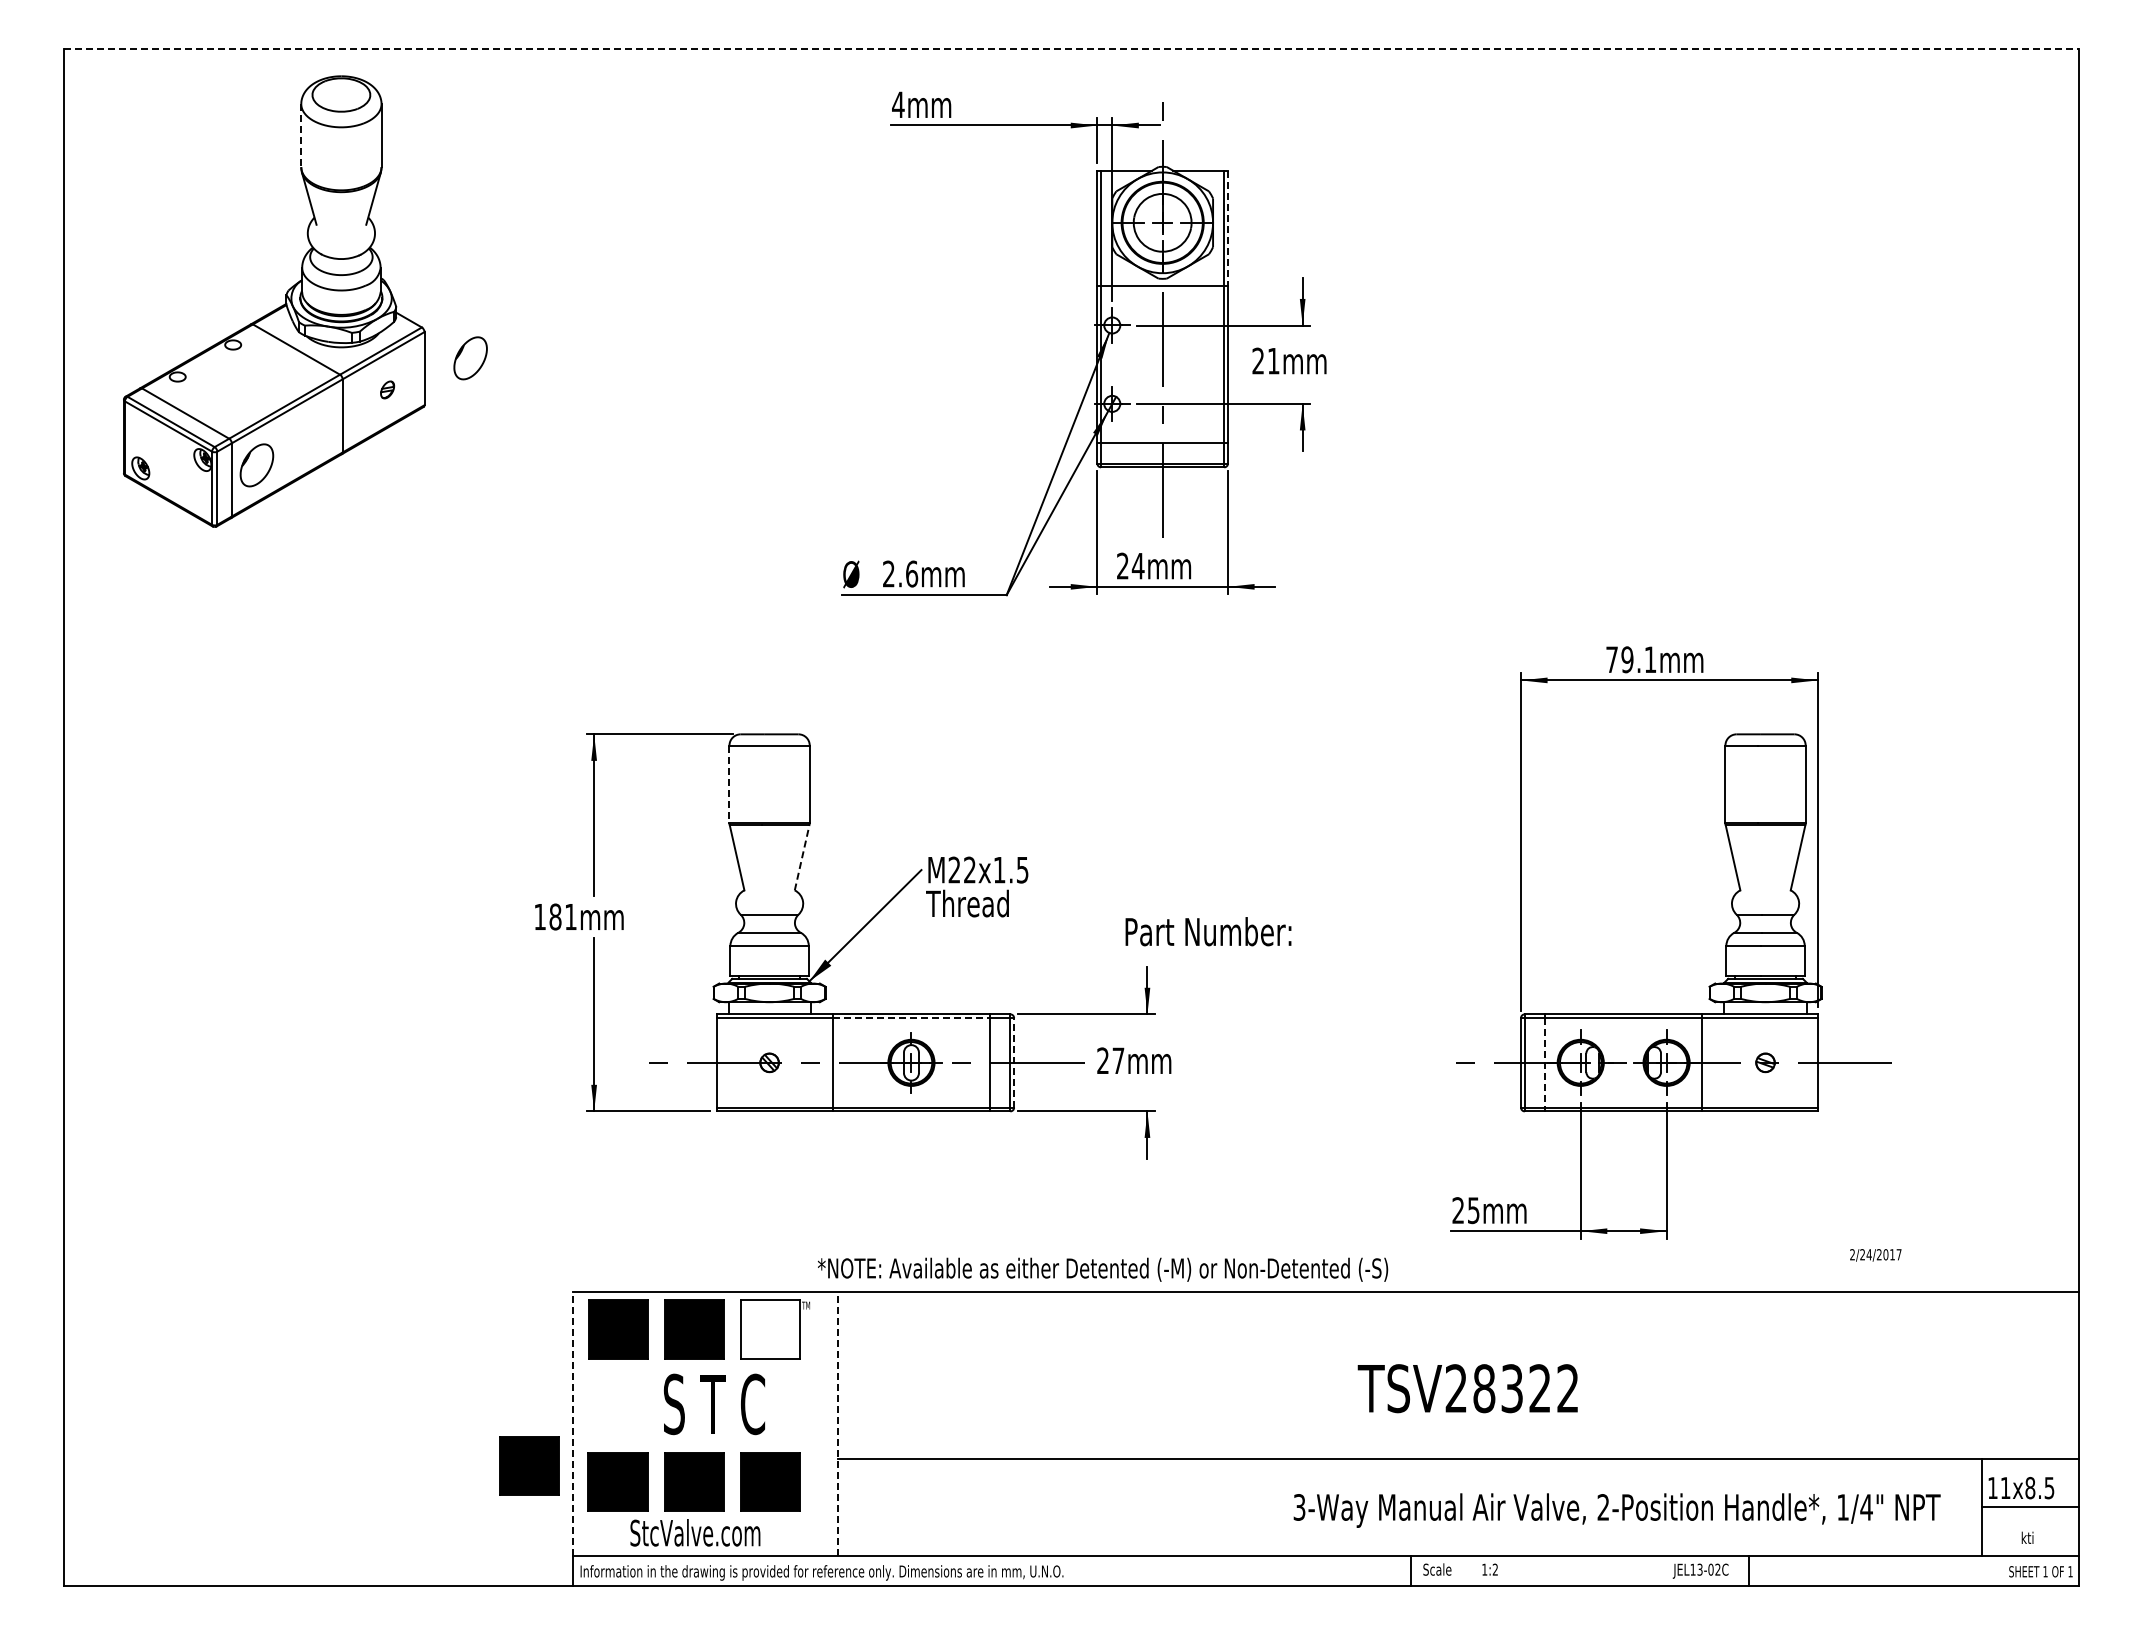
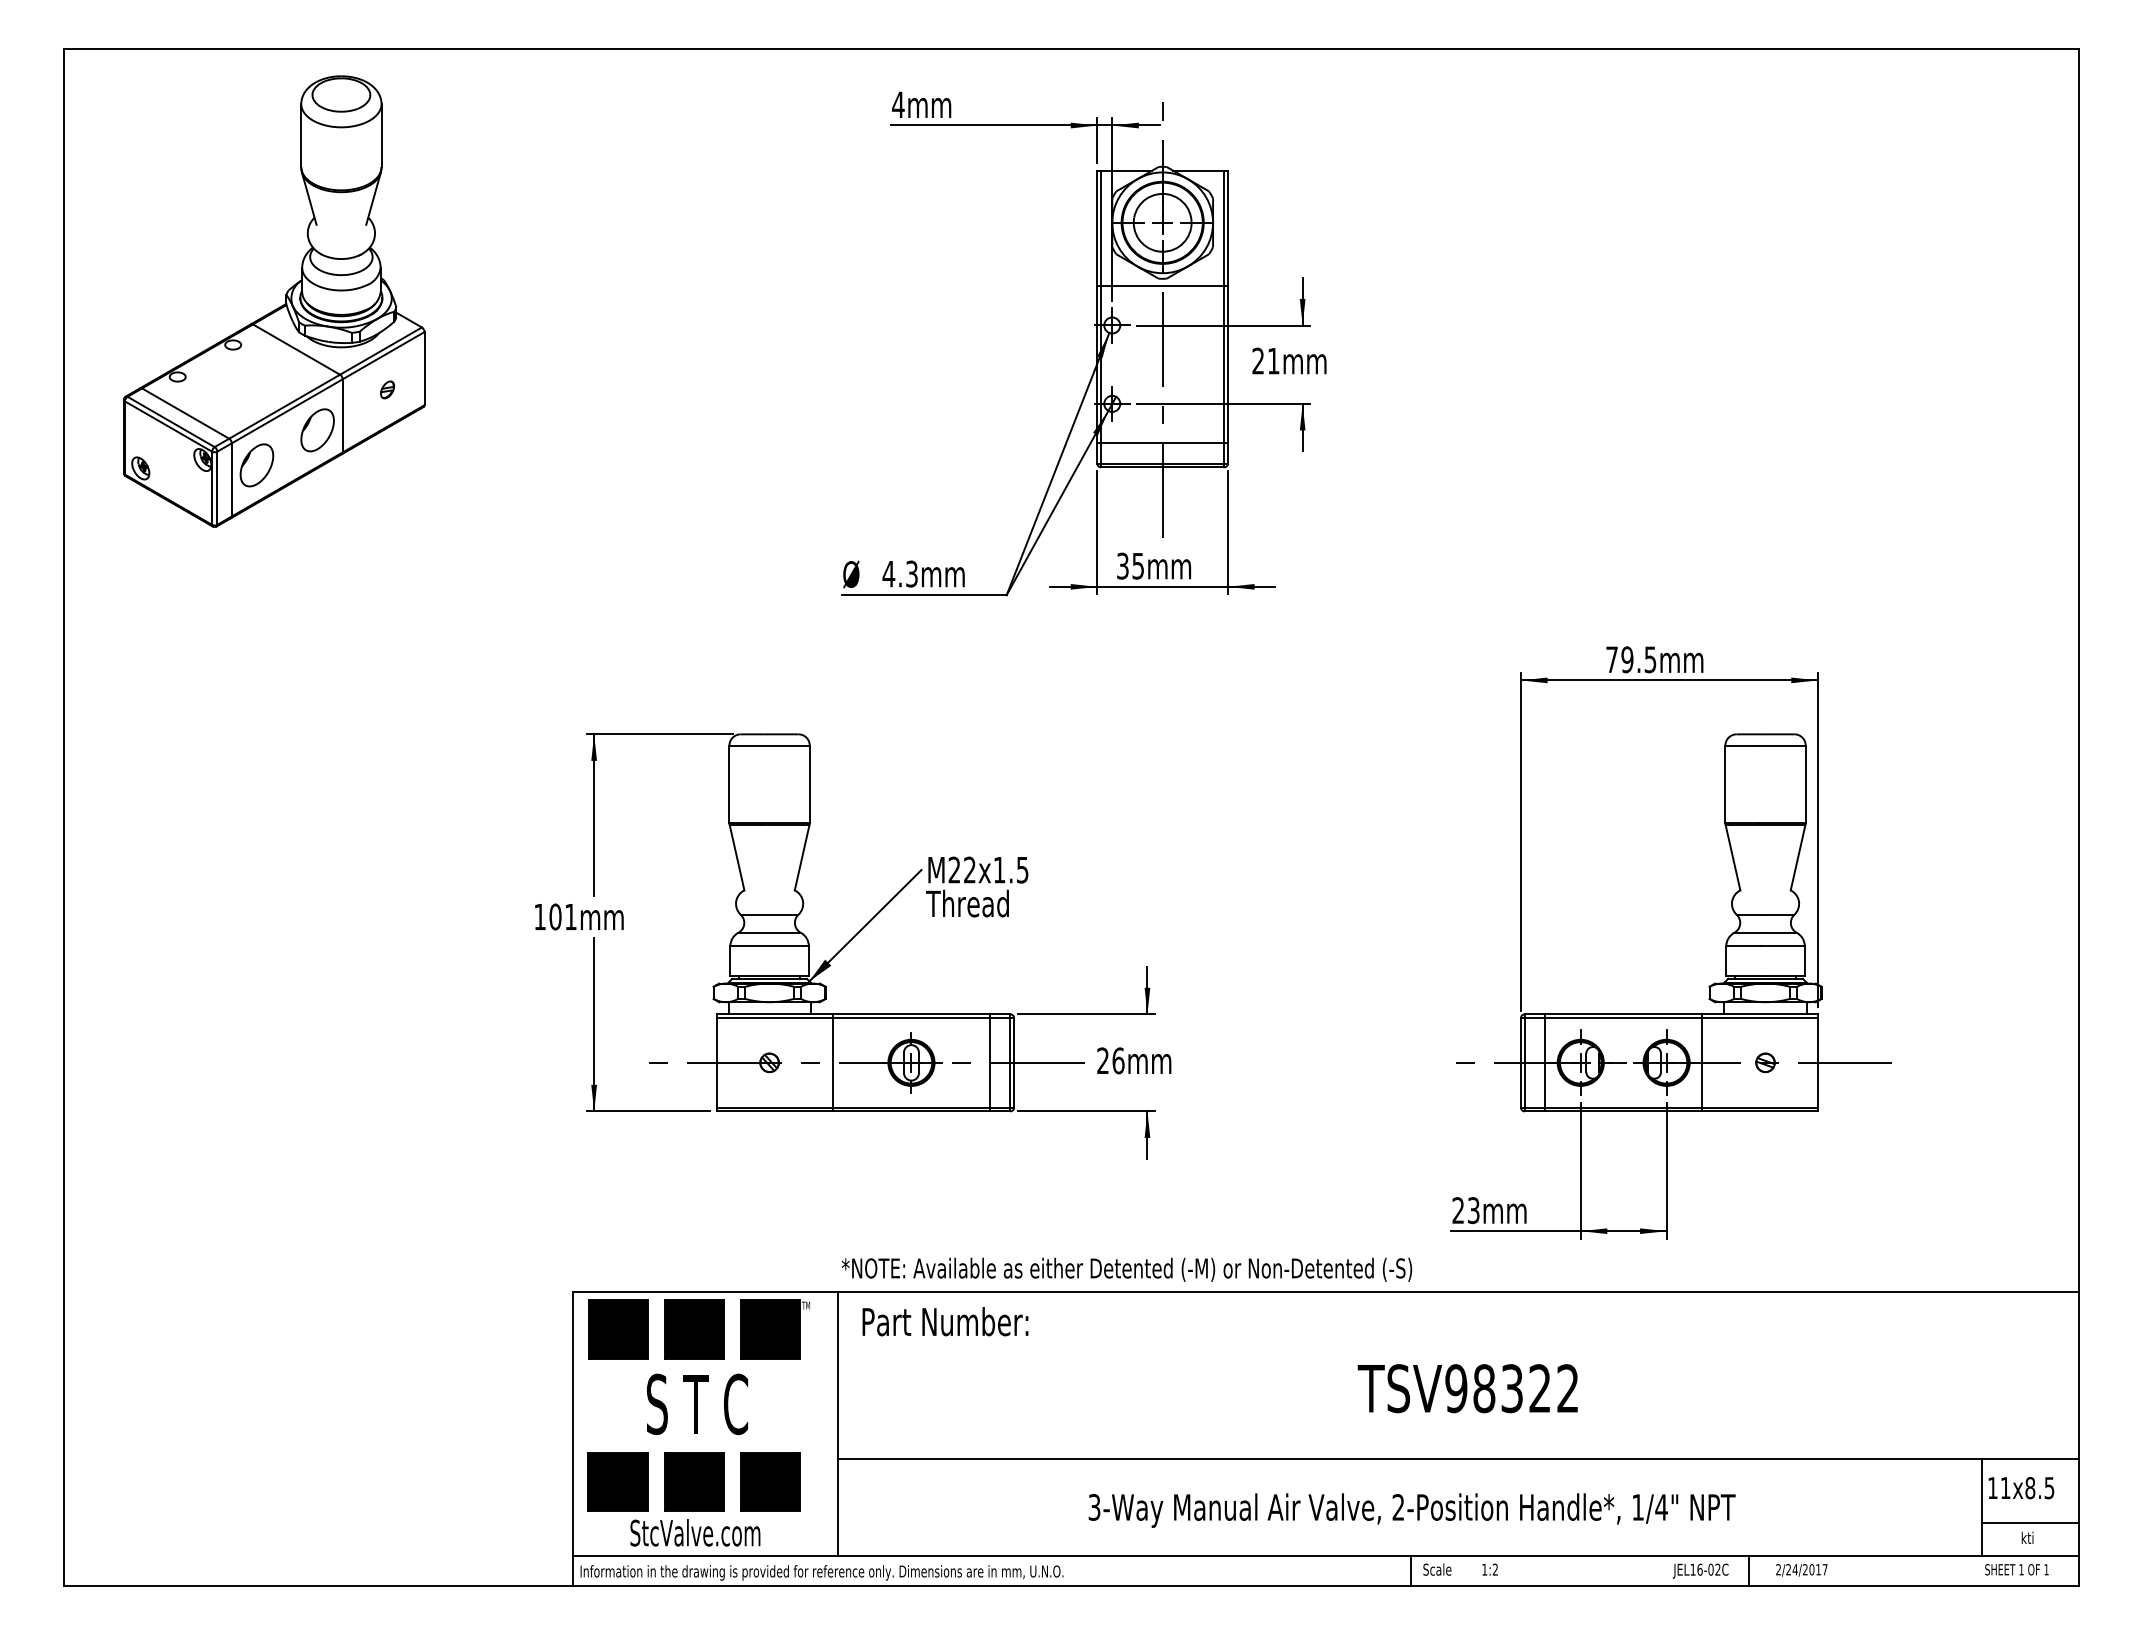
line at (1071, 48): dashed -> solid
line at (301, 136): dashed -> solid
line at (1228, 228): dashed -> solid
part at (470, 358) position: (470, 358) -> (317, 430)
text at (1130, 566): 24mm -> 35mm
text at (900, 573): 2.6mm -> 4.3mm
text at (1650, 659): 79.1mm -> 79.5mm
line at (729, 784): dashed -> solid
line at (802, 857): dashed -> solid
text at (555, 917): 181mm -> 101mm
text at (1208, 931) position: (1208, 931) -> (945, 1321)
line at (911, 1018): dashed -> solid
text at (1118, 1060): 27mm -> 26mm
line at (1014, 1062): dashed -> solid
line at (1545, 1062): dashed -> solid
text at (1473, 1210): 25mm -> 23mm
text at (1875, 1255) position: (1875, 1255) -> (1801, 1570)
text at (1103, 1269) position: (1103, 1269) -> (1127, 1269)
fill at (770, 1329): none -> present
text at (1456, 1388): TSV28322 -> TSV98322
text at (713, 1404) position: (713, 1404) -> (696, 1404)
line at (573, 1423): dashed -> solid
line at (837, 1423): dashed -> solid
part at (529, 1465): present -> none
line at (2029, 1506) position: (2029, 1506) -> (2029, 1522)
text at (1616, 1510) position: (1616, 1510) -> (1411, 1510)
text at (1699, 1569): JEL13-02C -> JEL16-02C
text at (2040, 1571) position: (2040, 1571) -> (2016, 1569)
